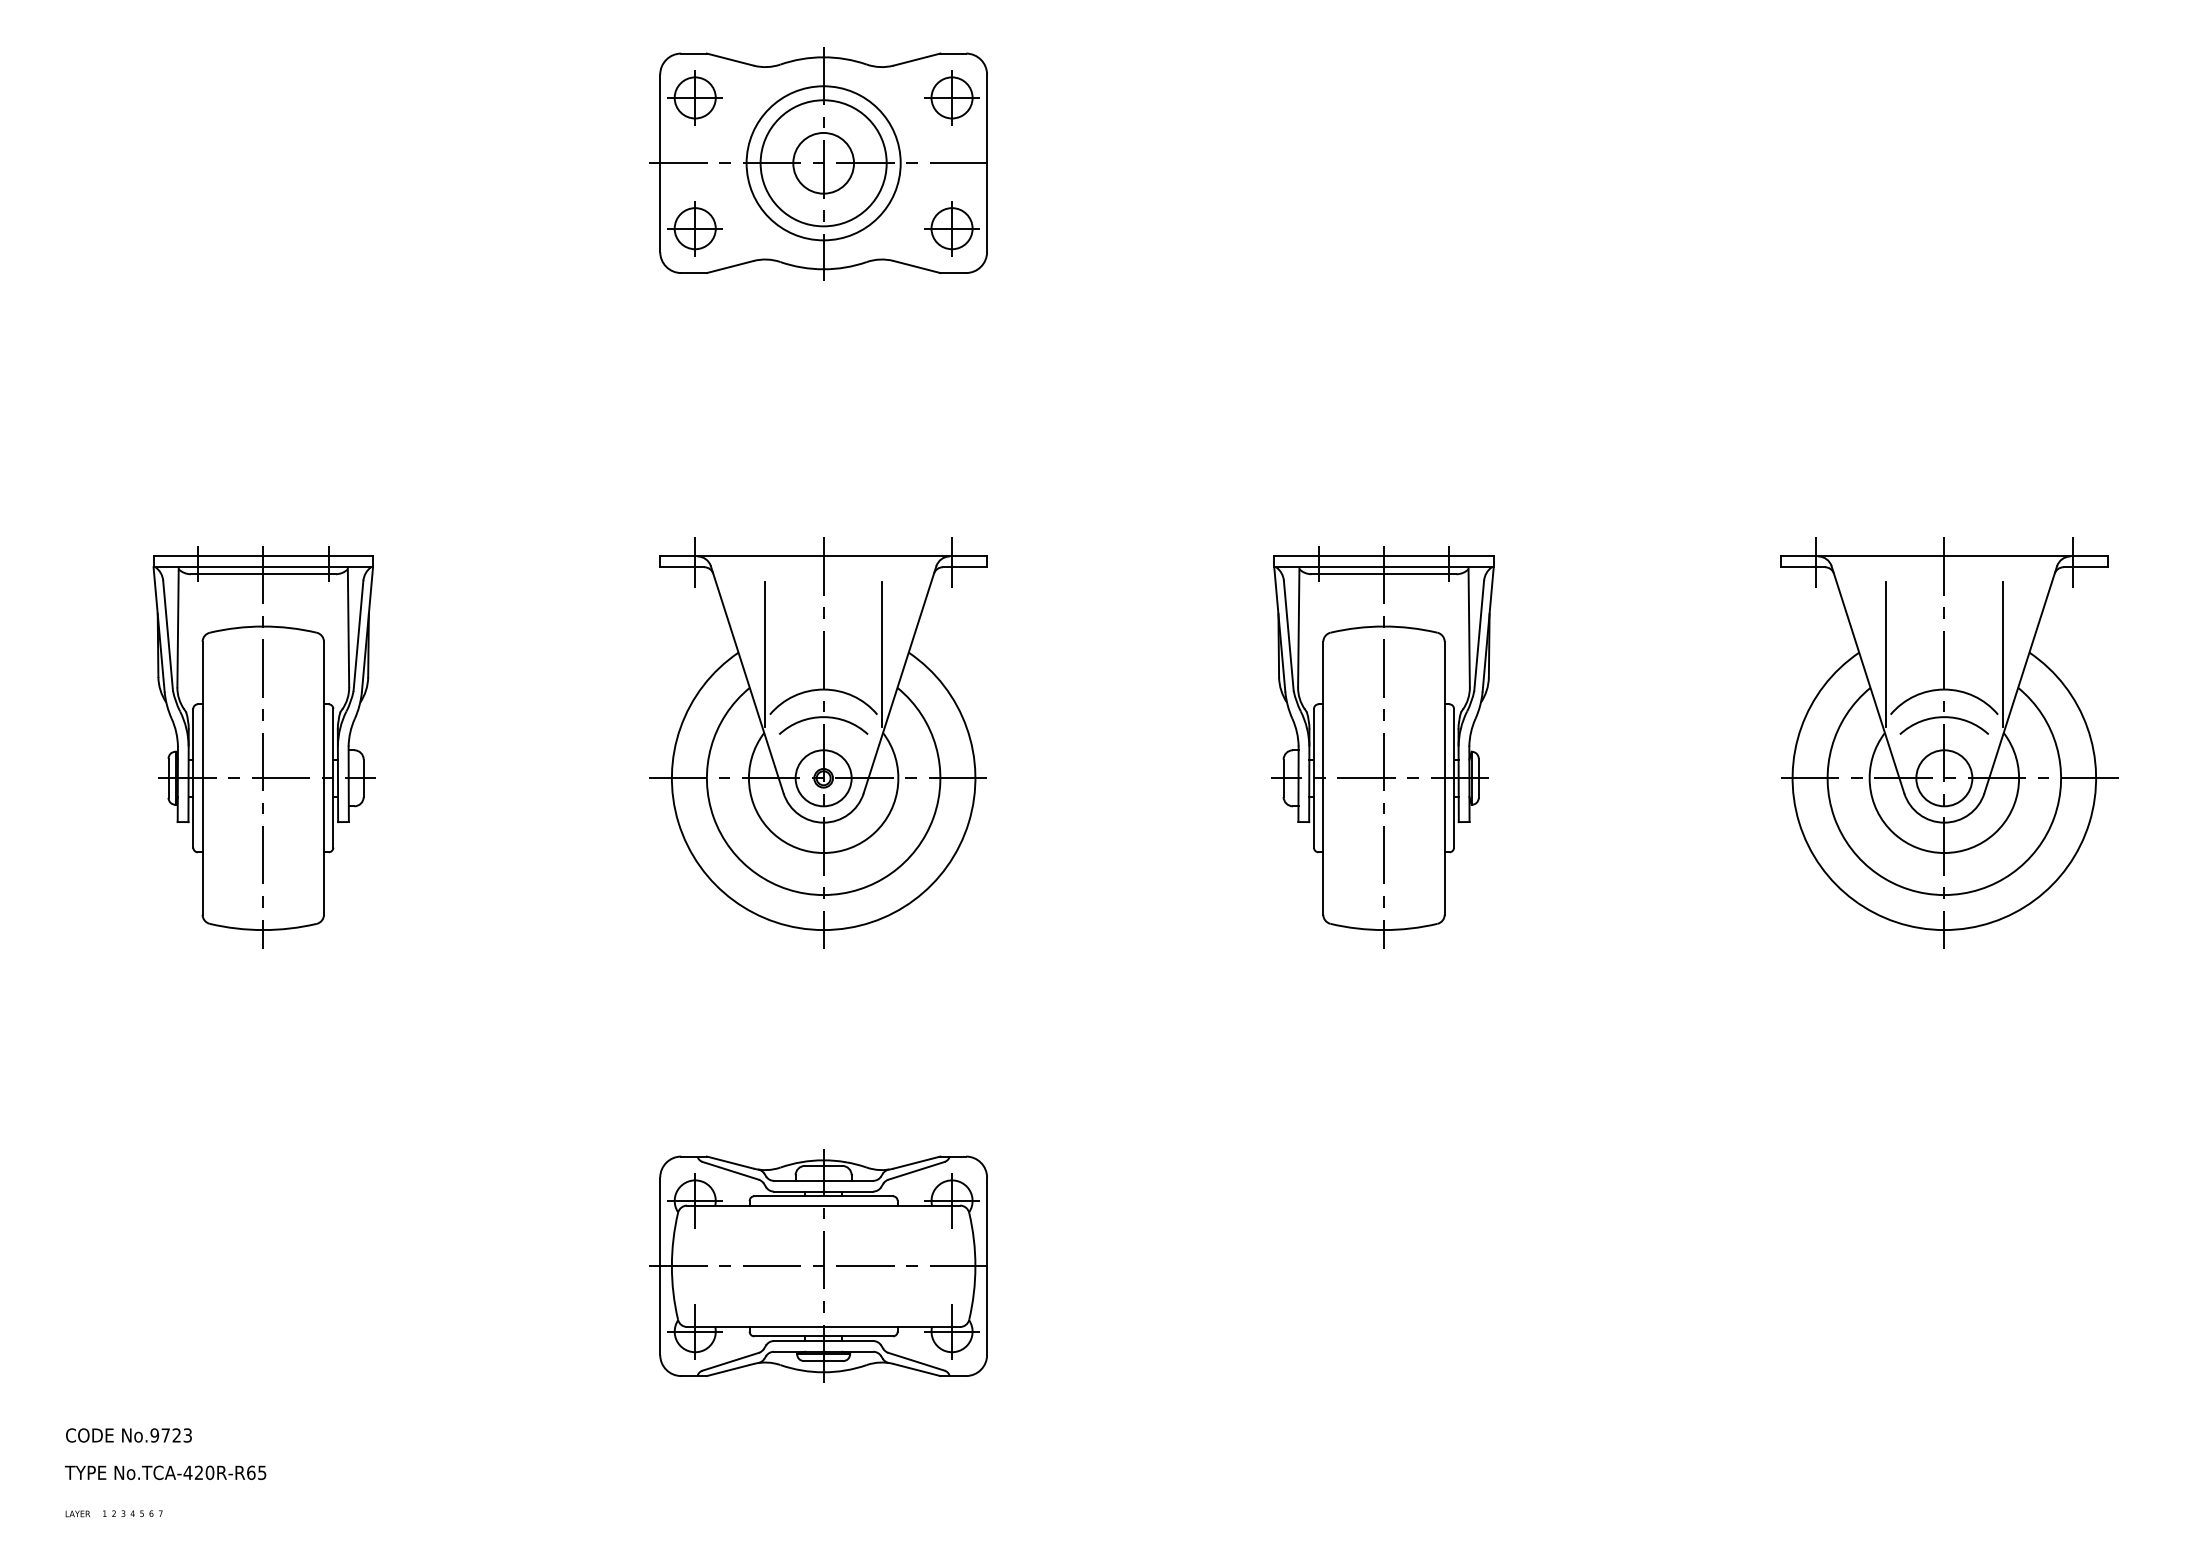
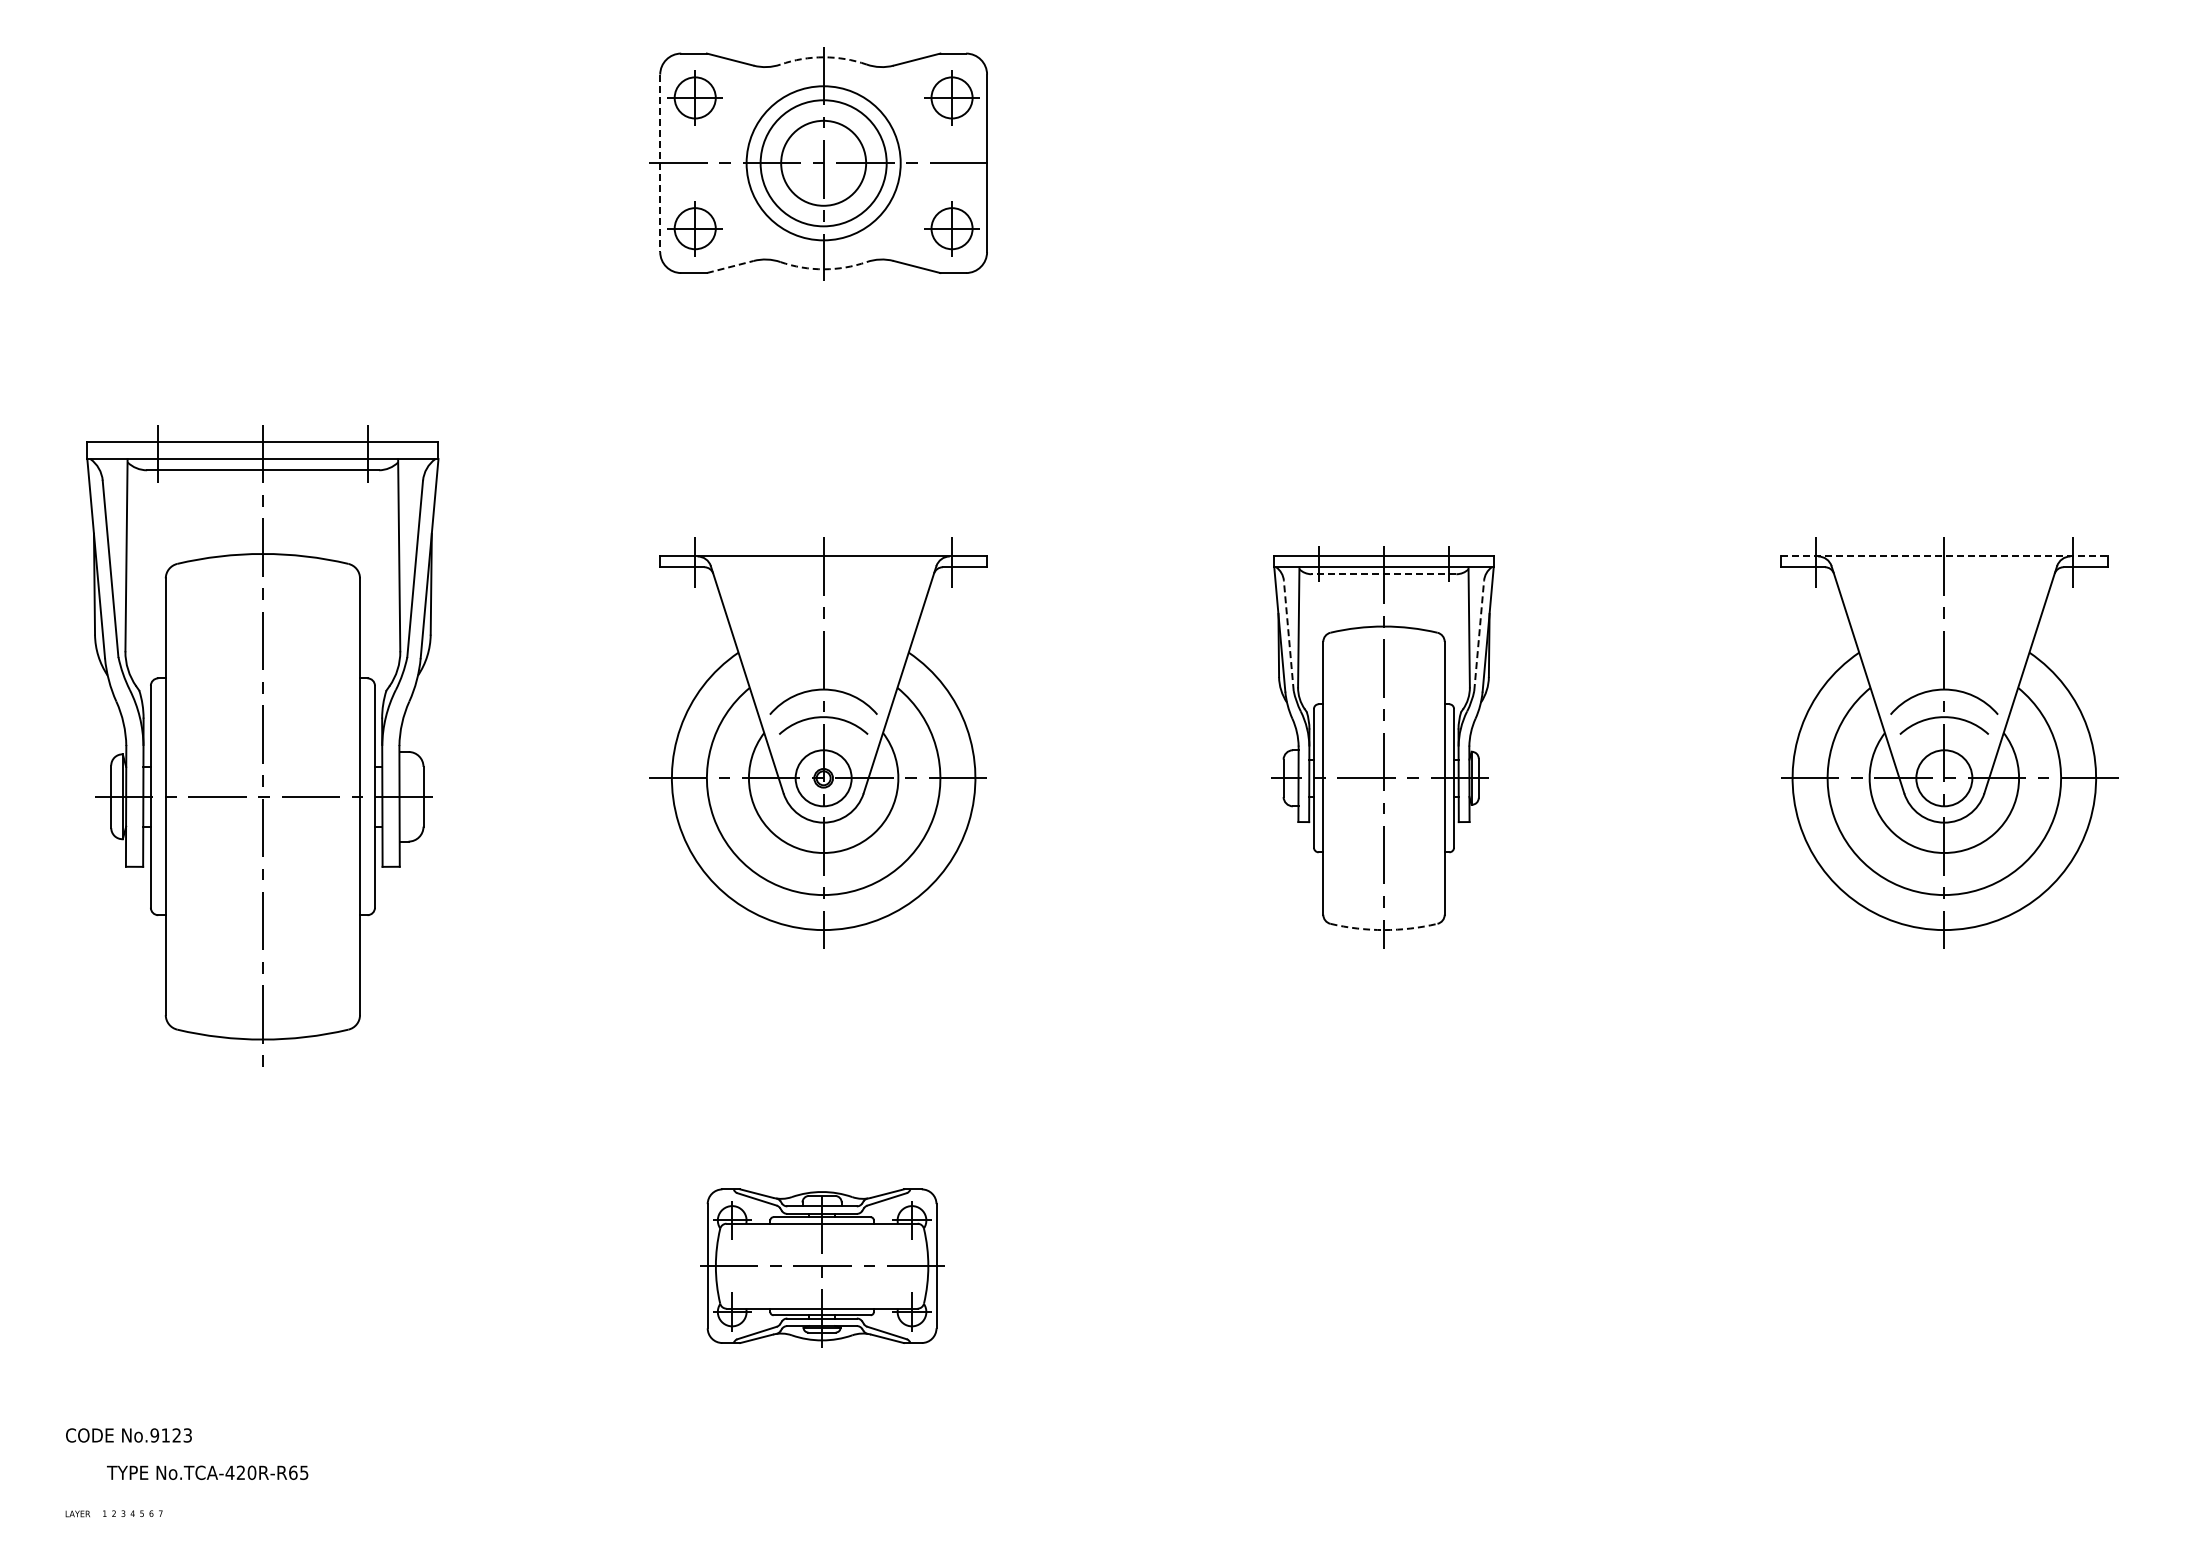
arc at (823, 57): solid -> dashed
circle at (823, 162) diameter: 61 px -> 85 px
line at (660, 163): solid -> dashed
line at (730, 266): solid -> dashed
arc at (823, 269): solid -> dashed
line at (1944, 556): solid -> dashed
line at (1383, 574): solid -> dashed
line at (1288, 635): solid -> dashed
line at (1479, 635): solid -> dashed
line at (765, 654): present -> none
line at (882, 654): present -> none
line at (1885, 654): present -> none
line at (2002, 654): present -> none
part at (263, 747) size: 224x403 px -> 354x642 px
arc at (1384, 930): solid -> dashed
part at (818, 1265) size: 339x234 px -> 244x160 px
text at (165, 1435): No.9723 -> No.9123
text at (165, 1472) position: (165, 1472) -> (207, 1472)
